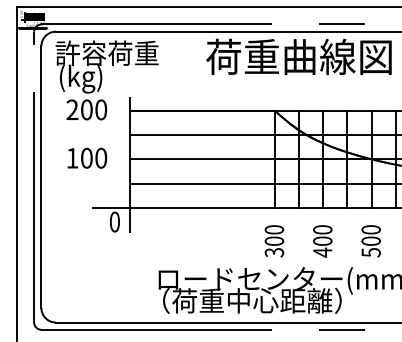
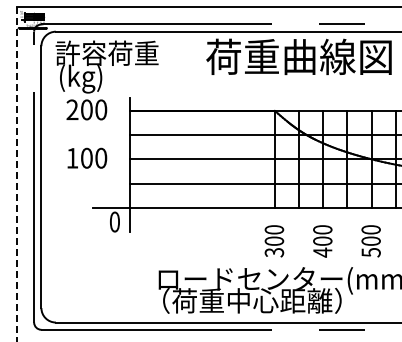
line at (17, 174): solid -> dashed
